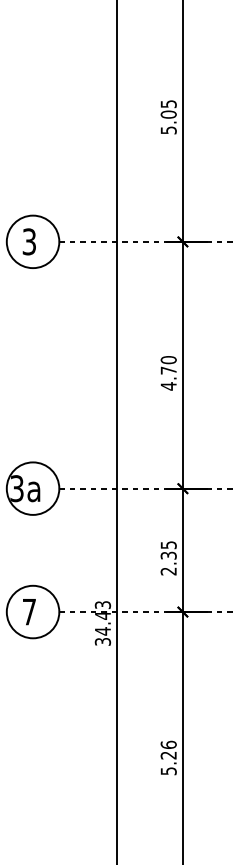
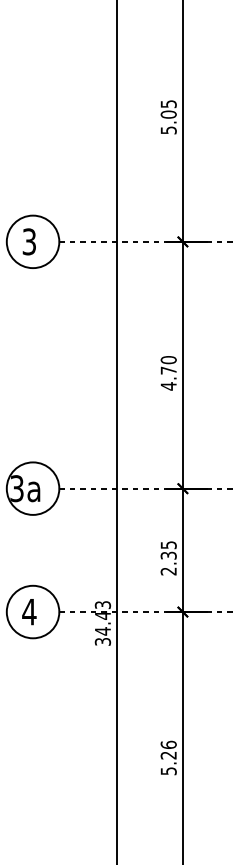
text at (29, 612): 7 -> 4
